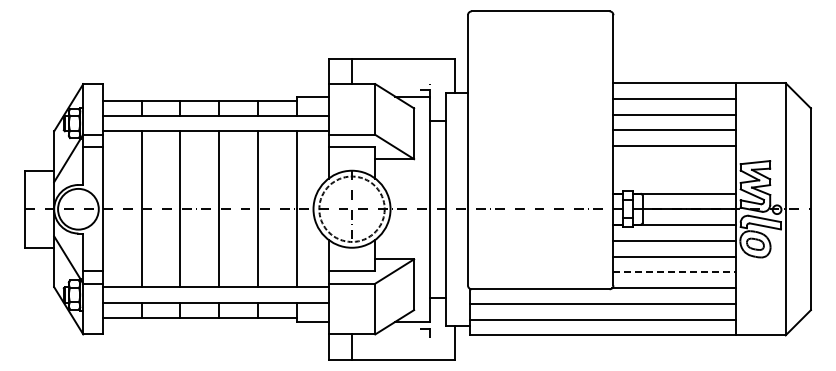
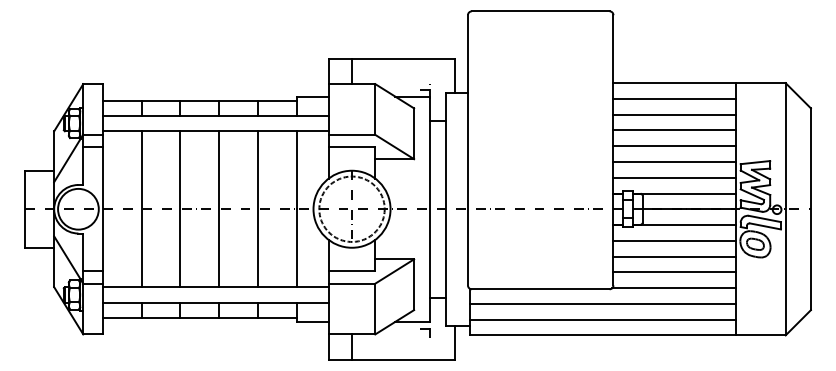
line at (674, 161): none -> present
line at (674, 177): none -> present
line at (675, 272): dashed -> solid
